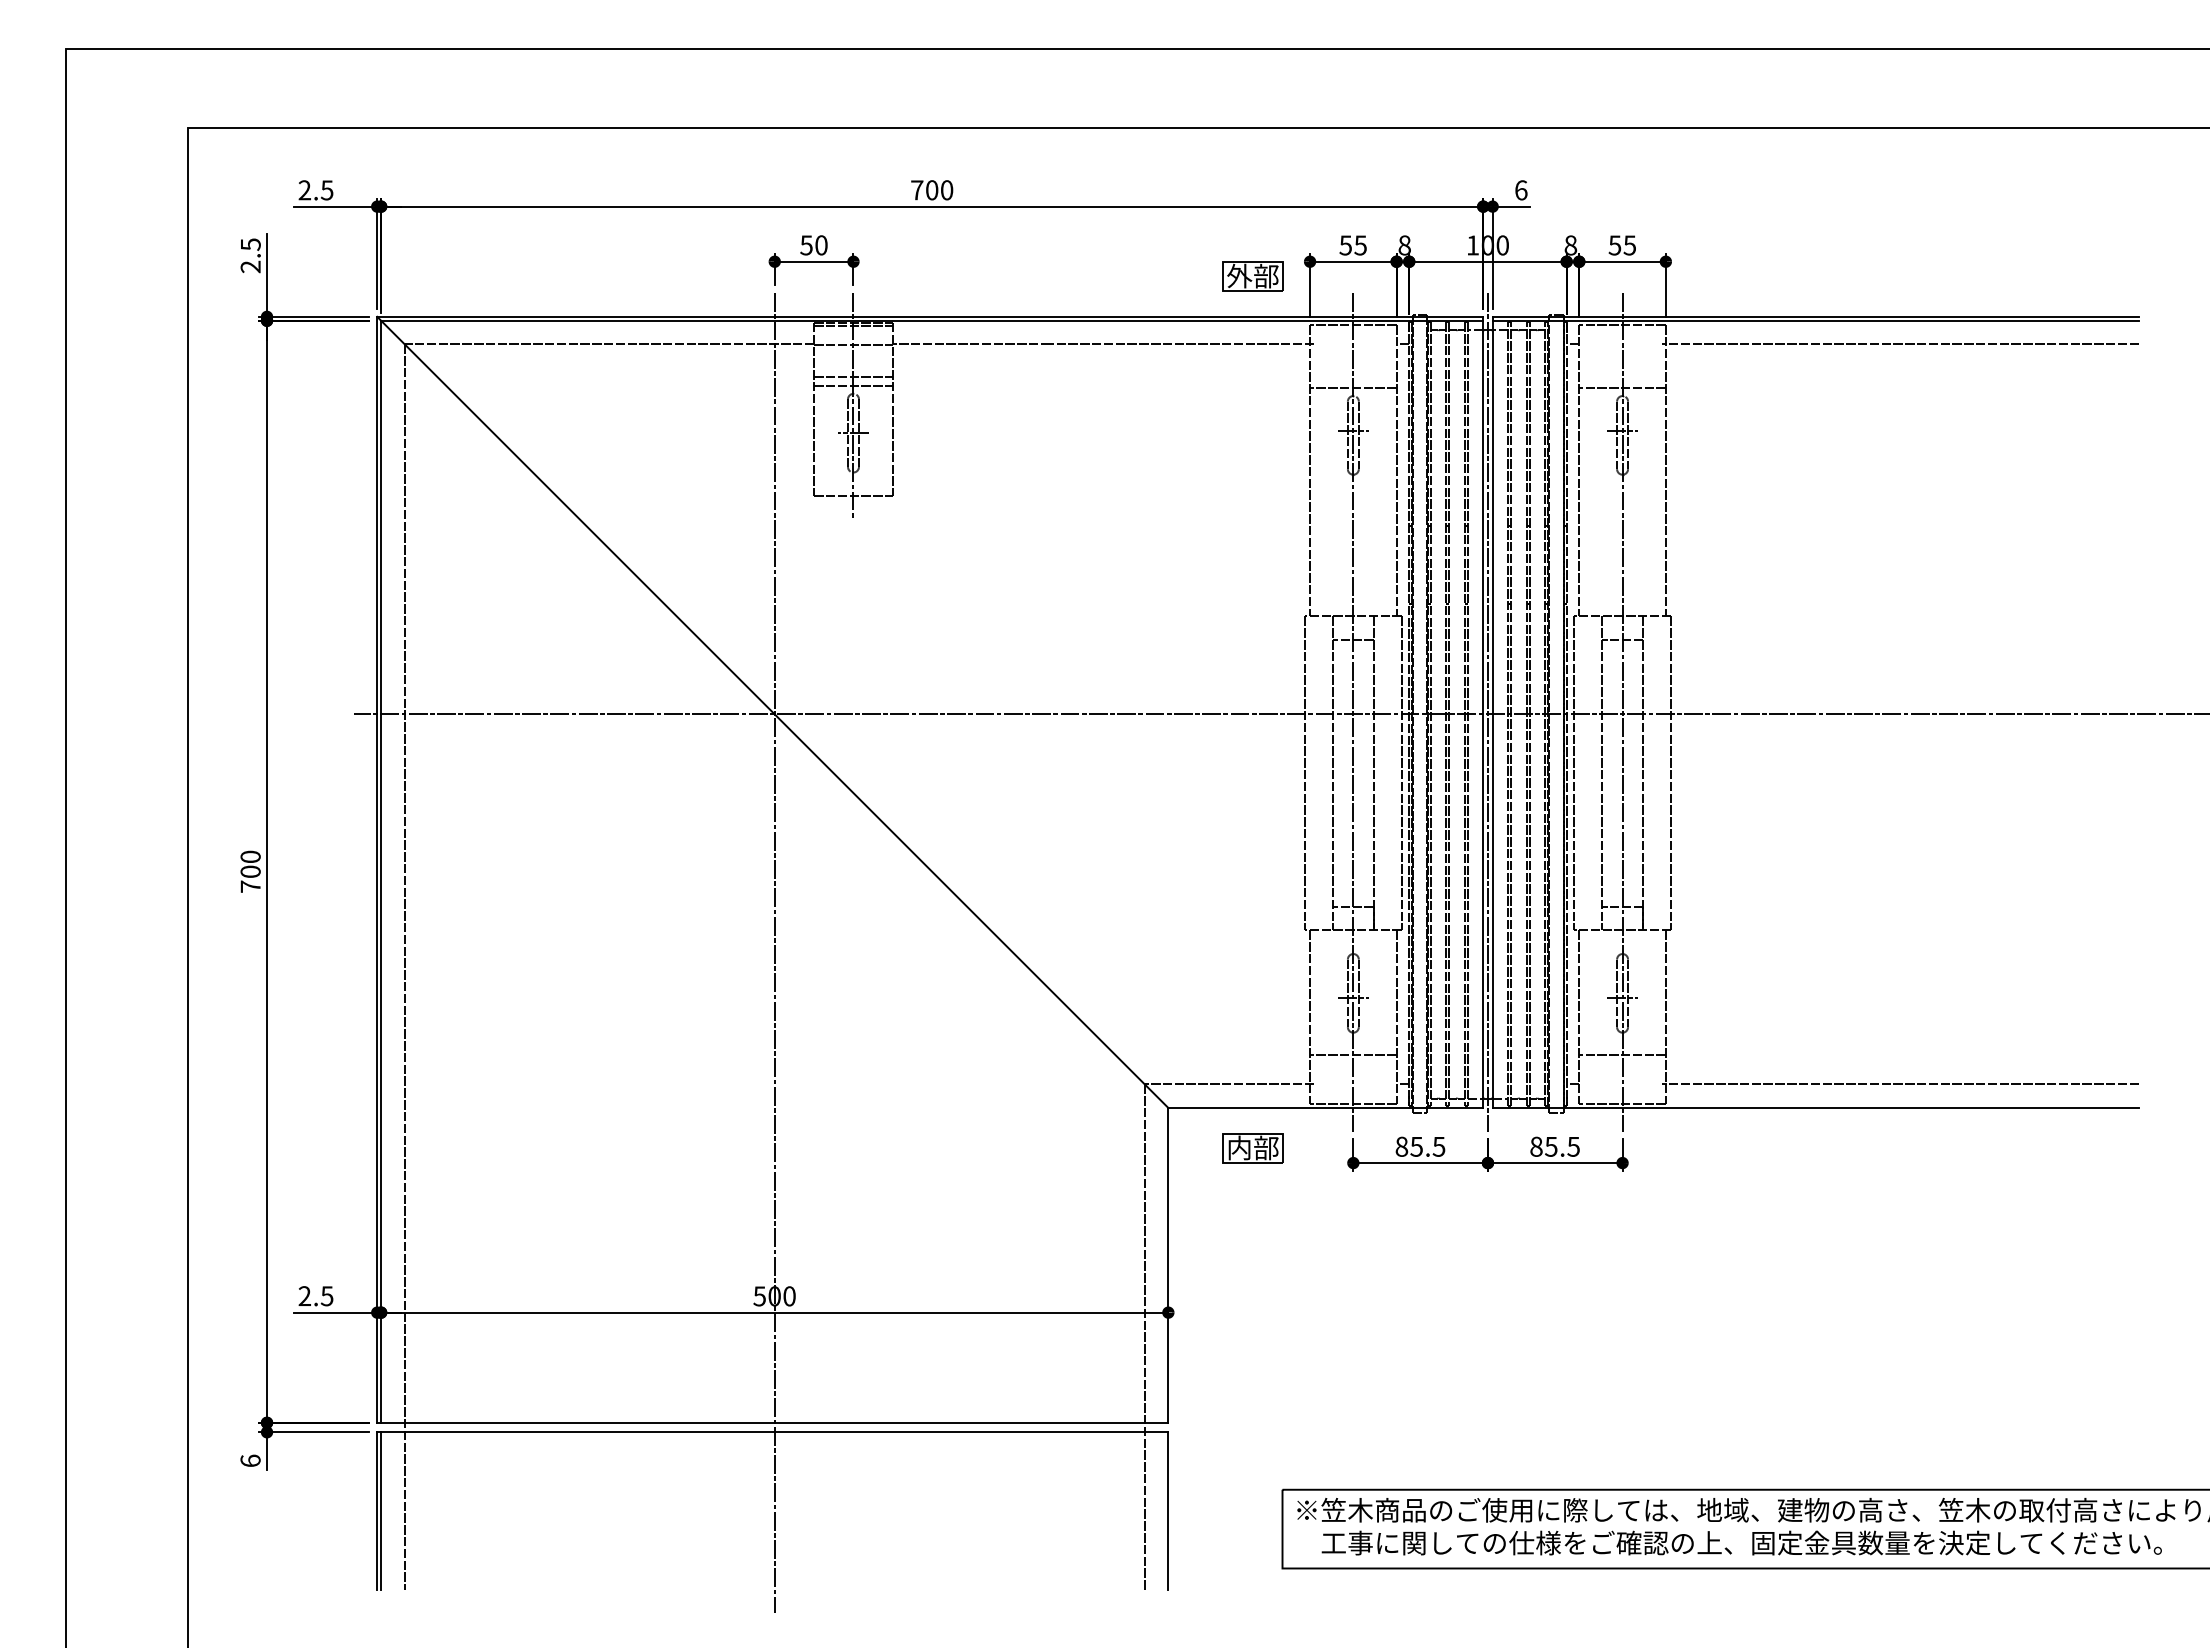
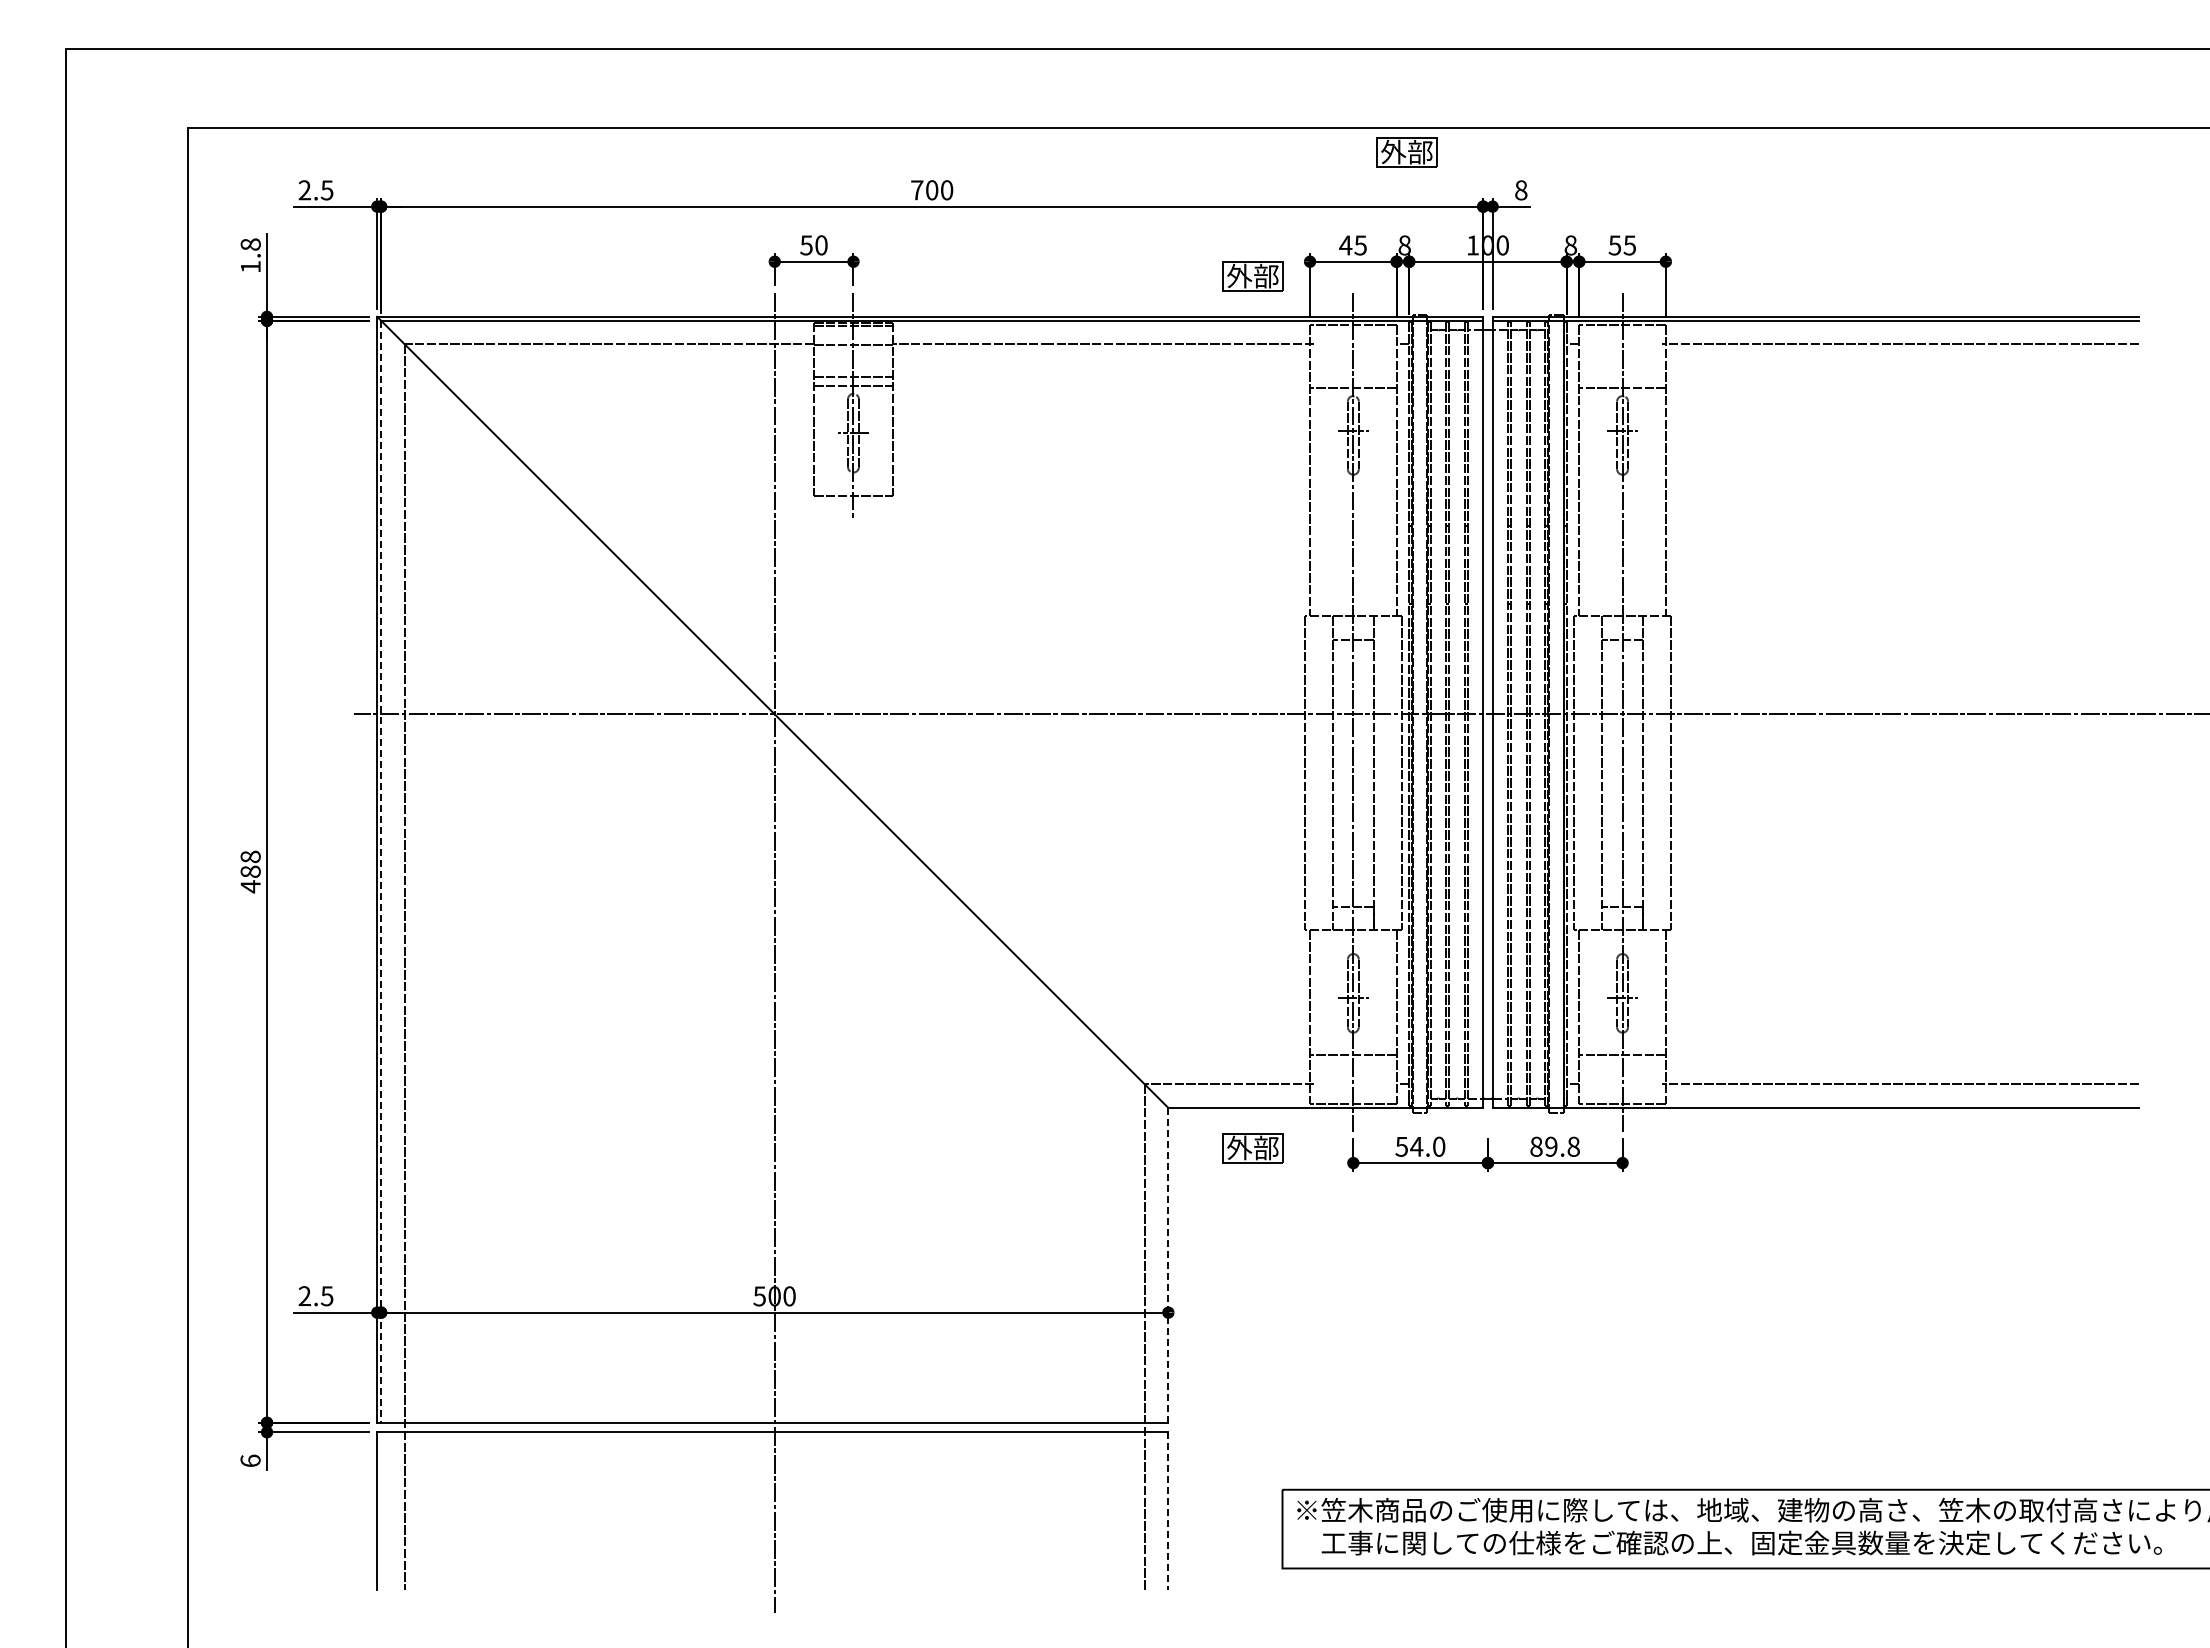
part at (1406, 152): none -> present
text at (1521, 190): 6 -> 8
text at (1345, 245): 55 -> 45
text at (250, 255): 2.5 -> 1.8
line at (1487, 712): present -> none
text at (250, 871): 700 -> 488
line at (381, 872): solid -> dashed
text at (1420, 1146): 85.5 -> 54.0
text at (1562, 1146): 85.5 -> 89.8
text at (1239, 1147): 内部 -> 外部
line at (1168, 1265): solid -> dashed
line at (381, 1510): present -> none
line at (1168, 1511): solid -> dashed
